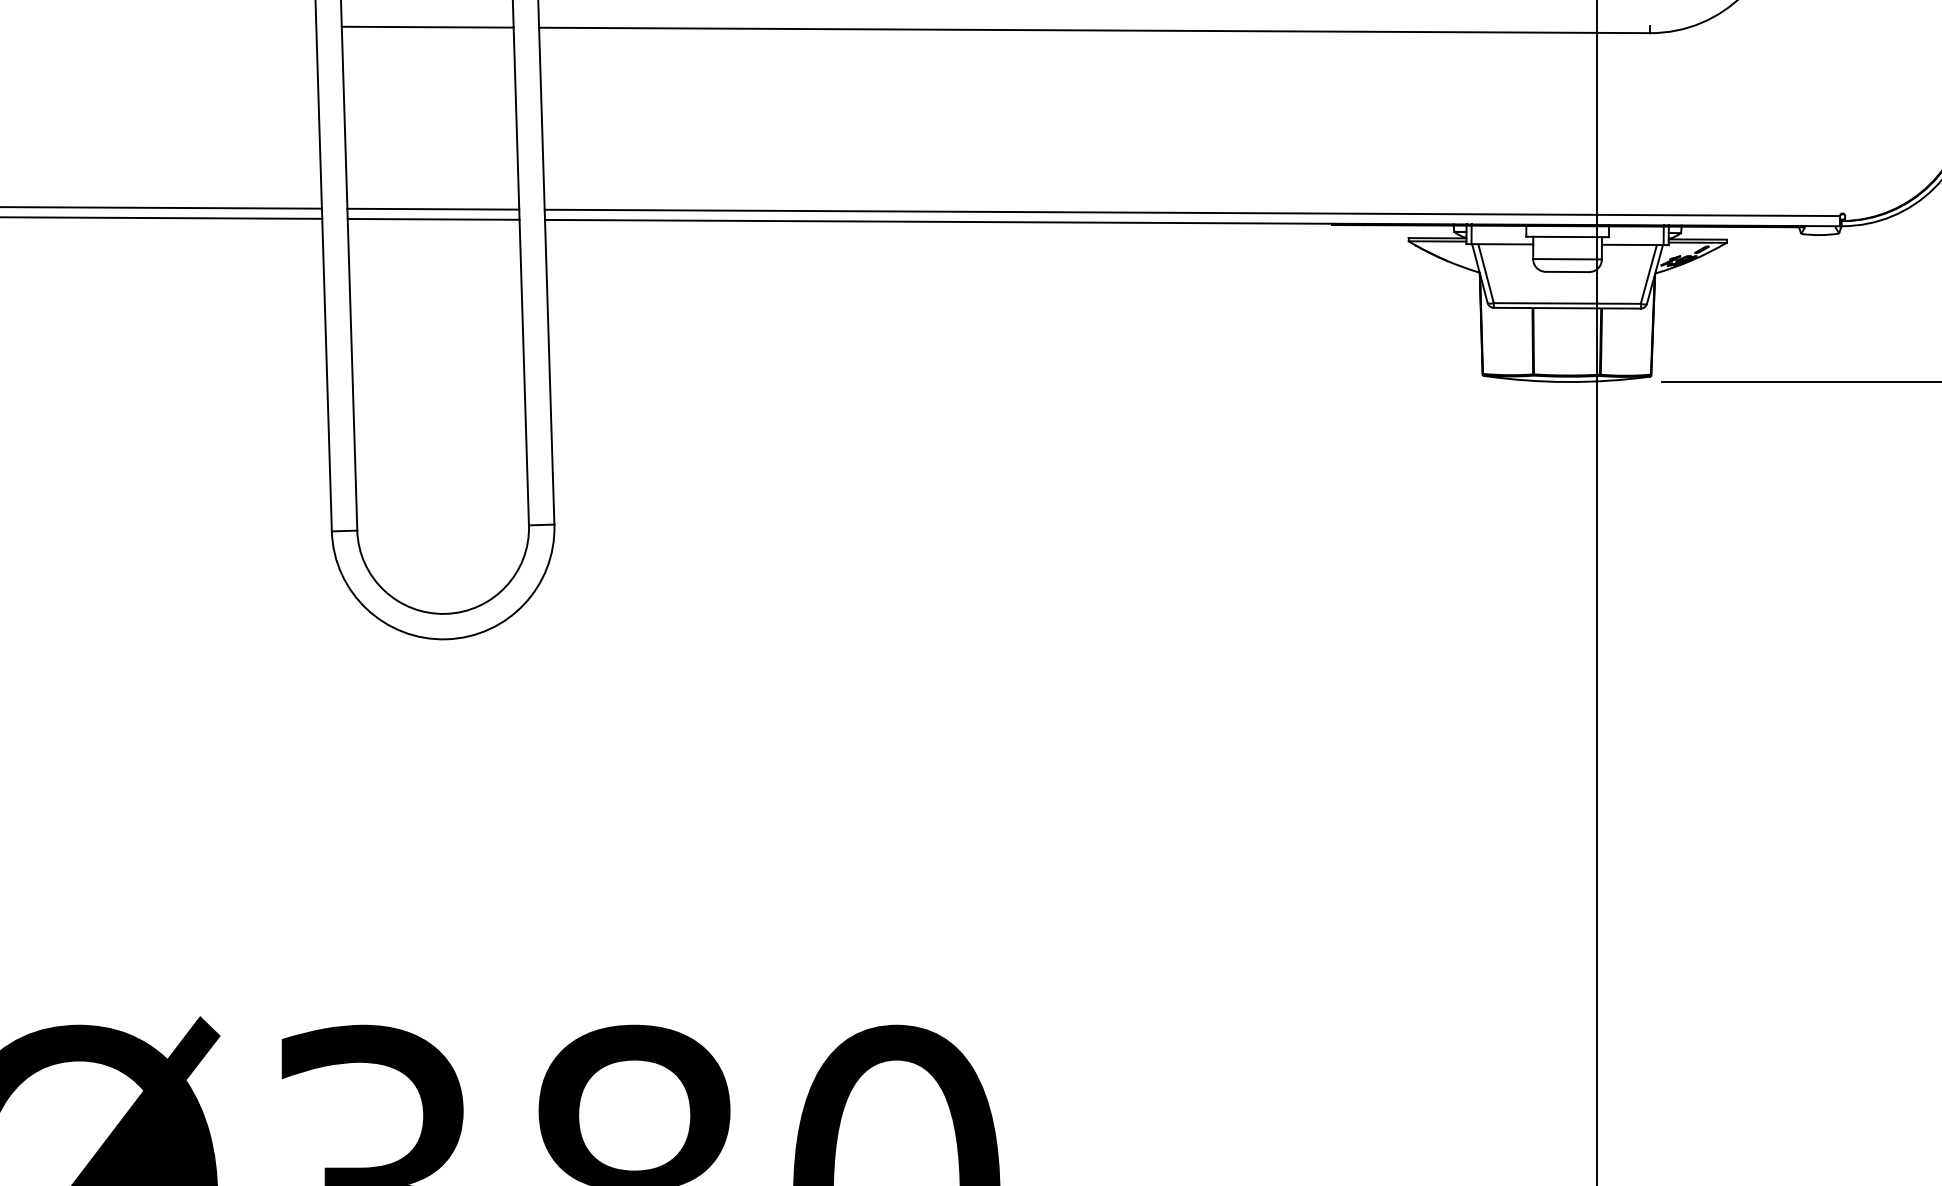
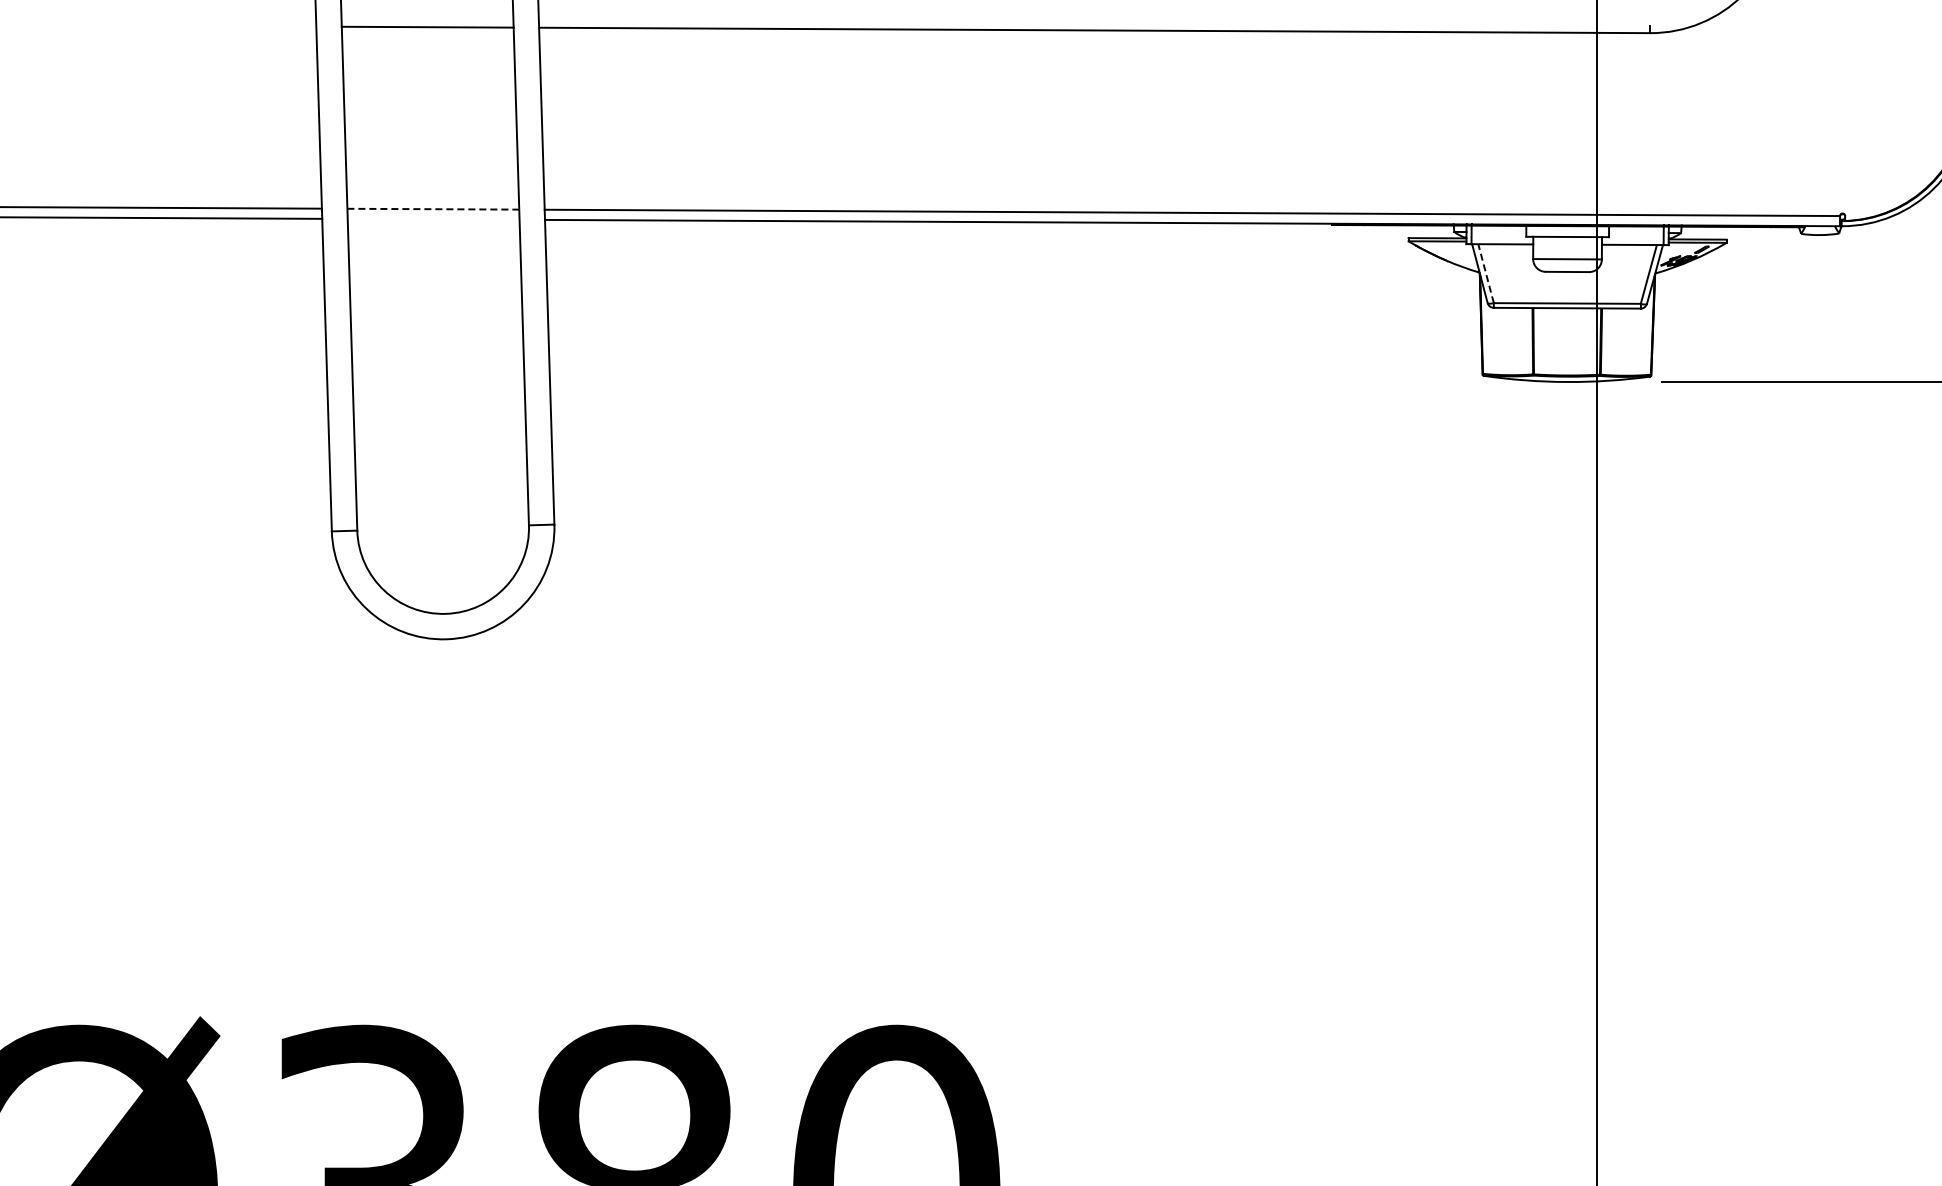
line at (433, 209): solid -> dashed
line at (433, 218): present -> none
line at (1485, 273): solid -> dashed
